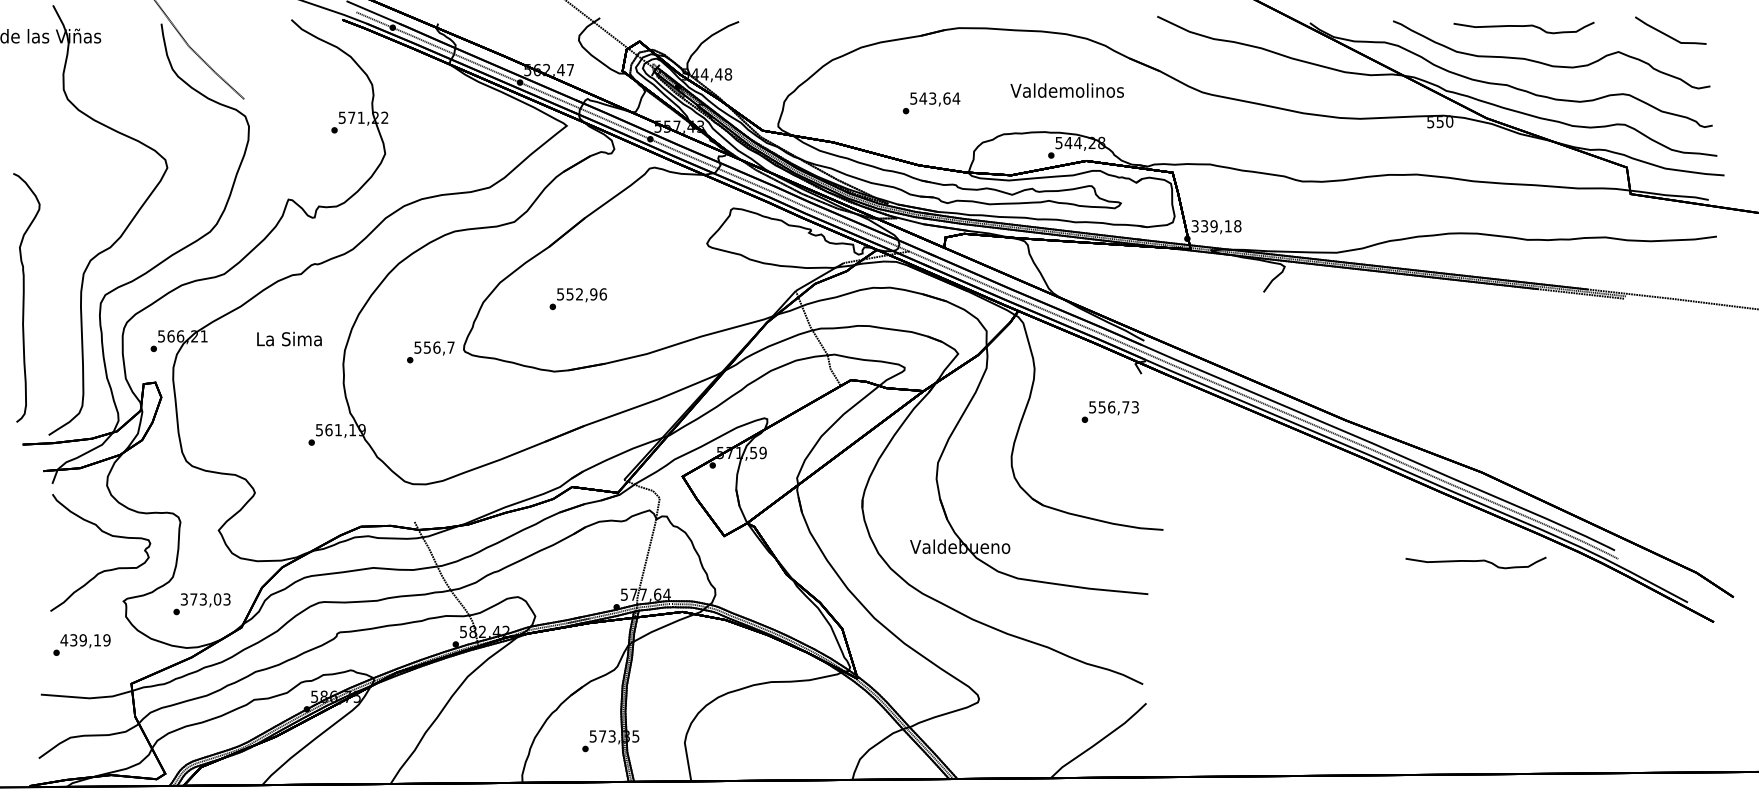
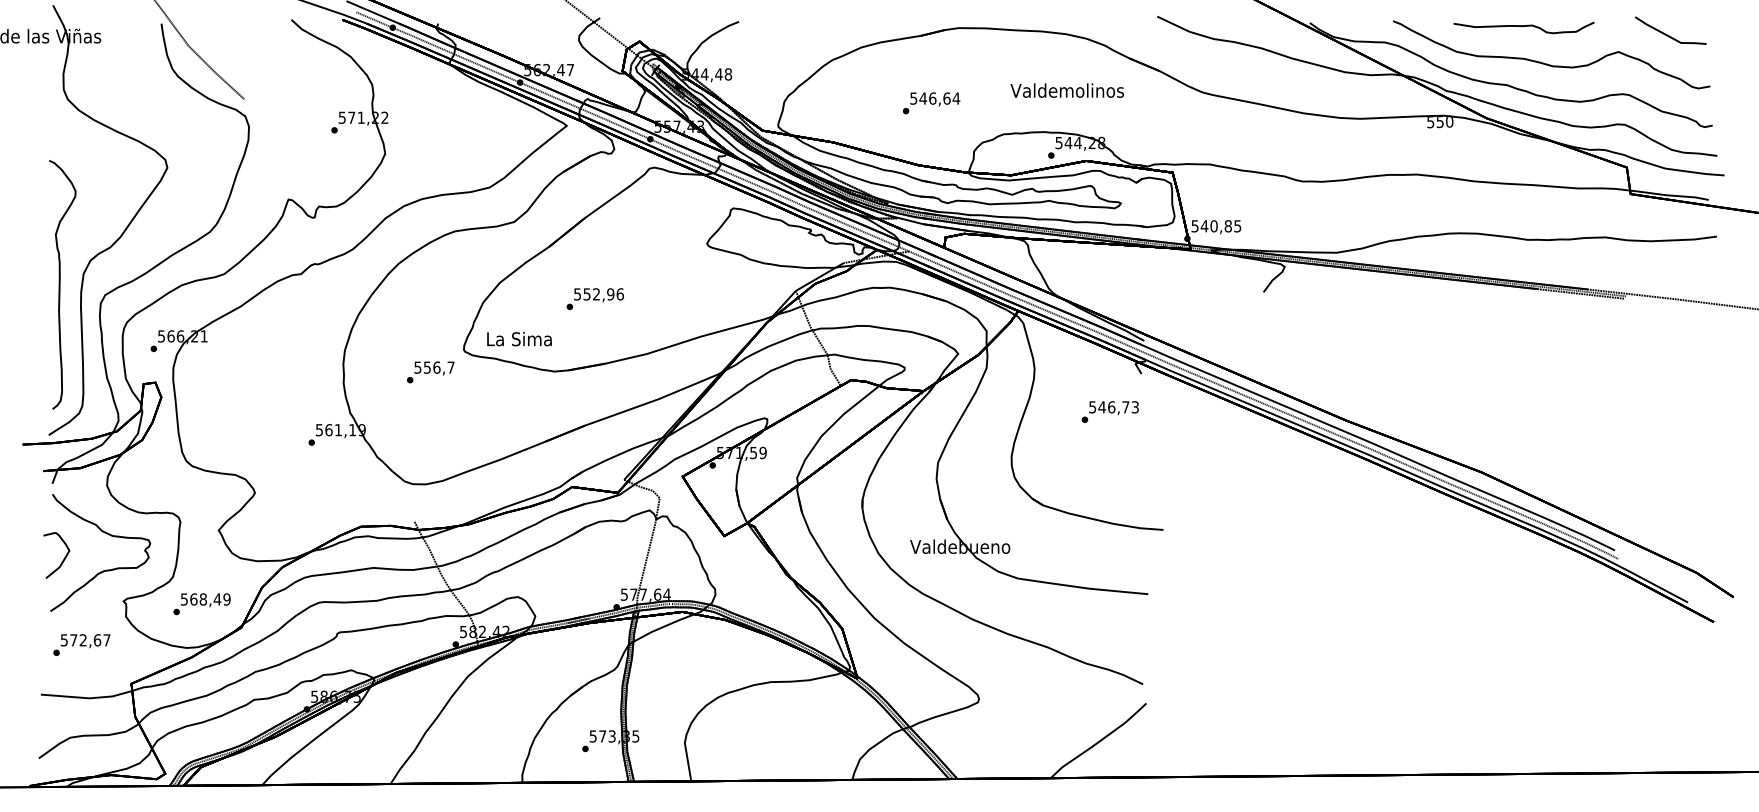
text at (932, 98): 543,64 -> 546,64
text at (1216, 226): 339,18 -> 540,85
curve at (24, 297) position: (24, 297) -> (60, 284)
text at (577, 298) position: (577, 298) -> (594, 298)
text at (289, 338) position: (289, 338) -> (519, 338)
text at (430, 352) position: (430, 352) -> (430, 372)
text at (1102, 407): 556,73 -> 546,73
curve at (63, 558): none -> present
curve at (1475, 561): present -> none
text at (205, 599): 373,03 -> 568,49
text at (85, 640): 439,19 -> 572,67
